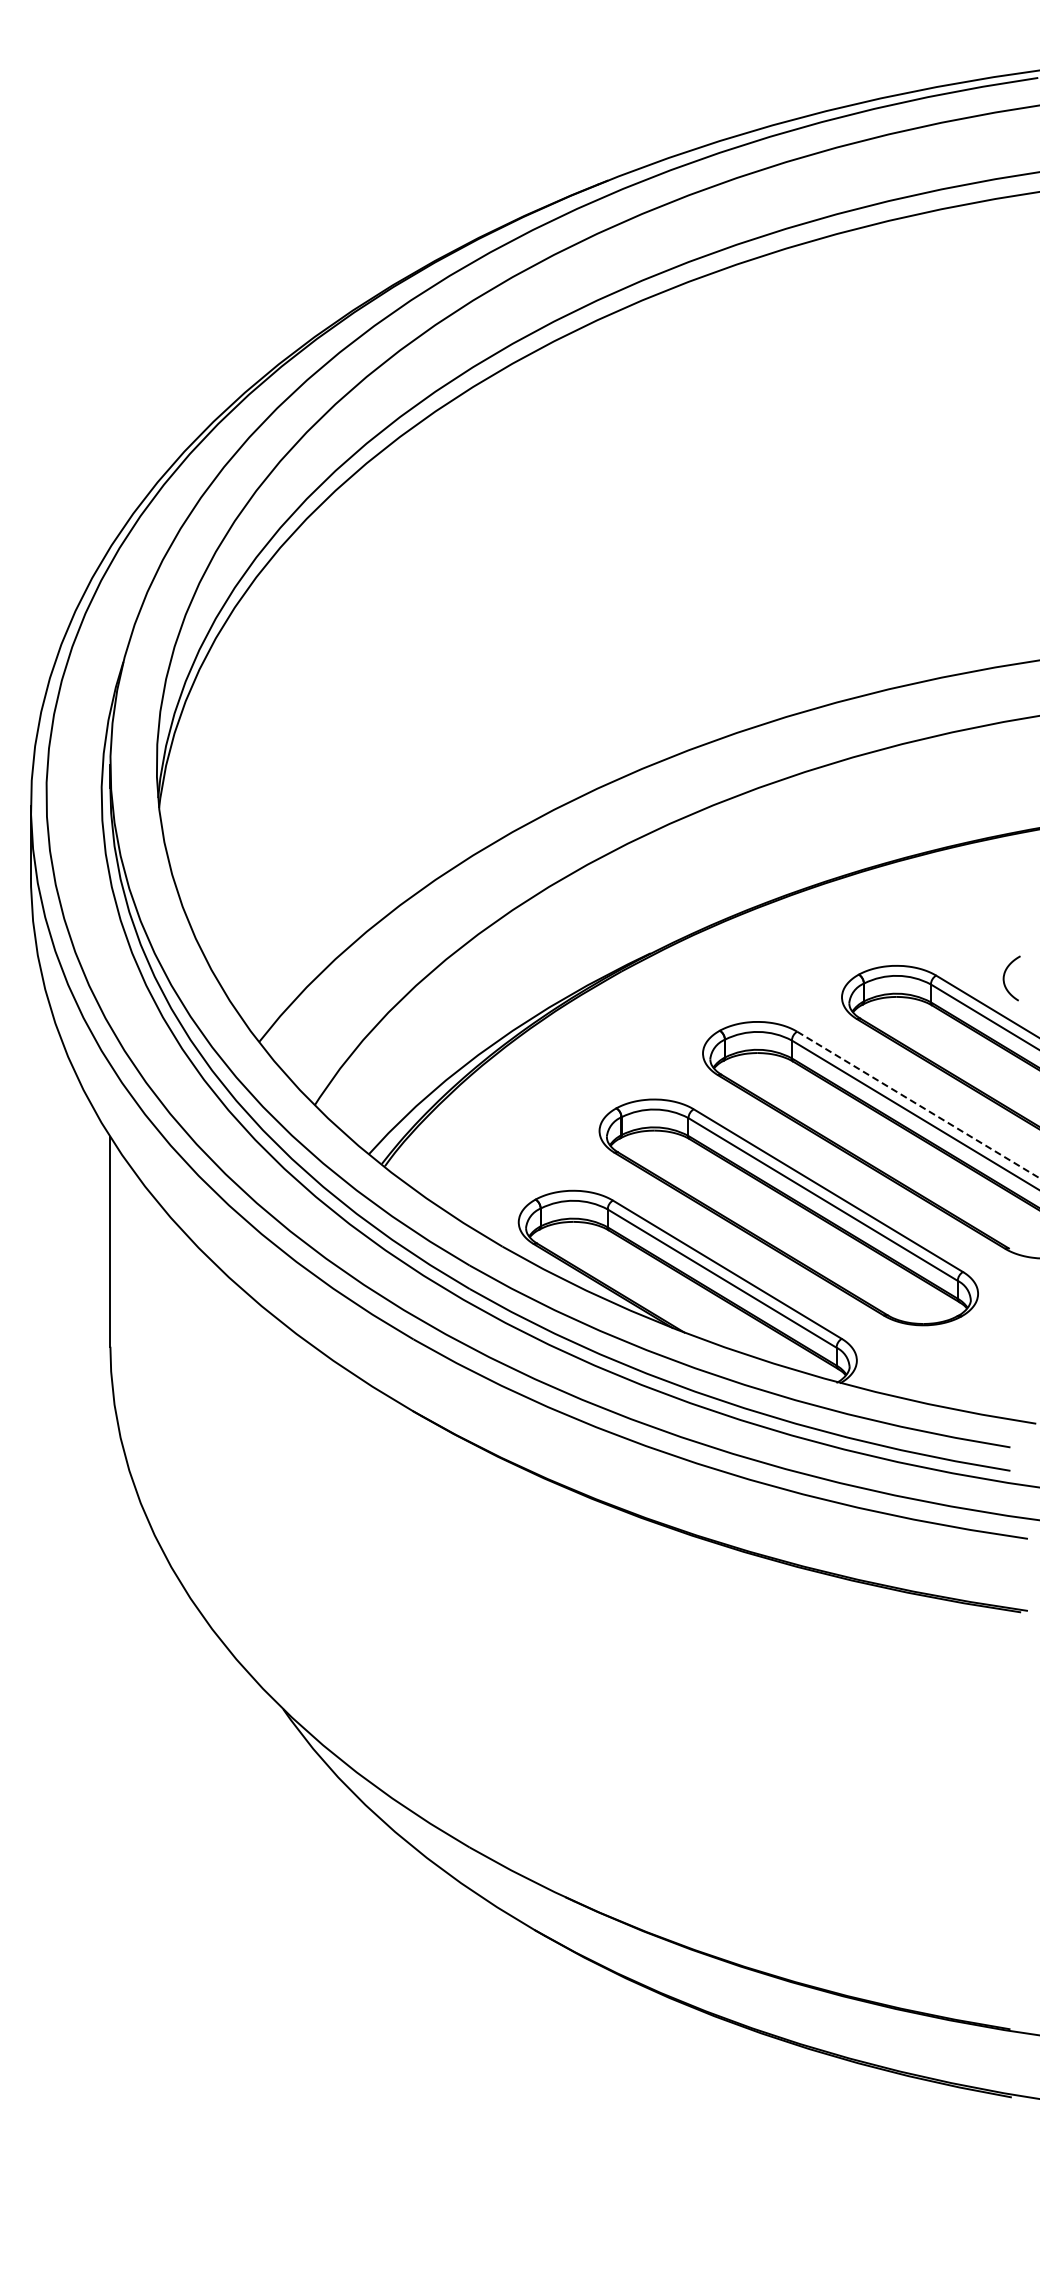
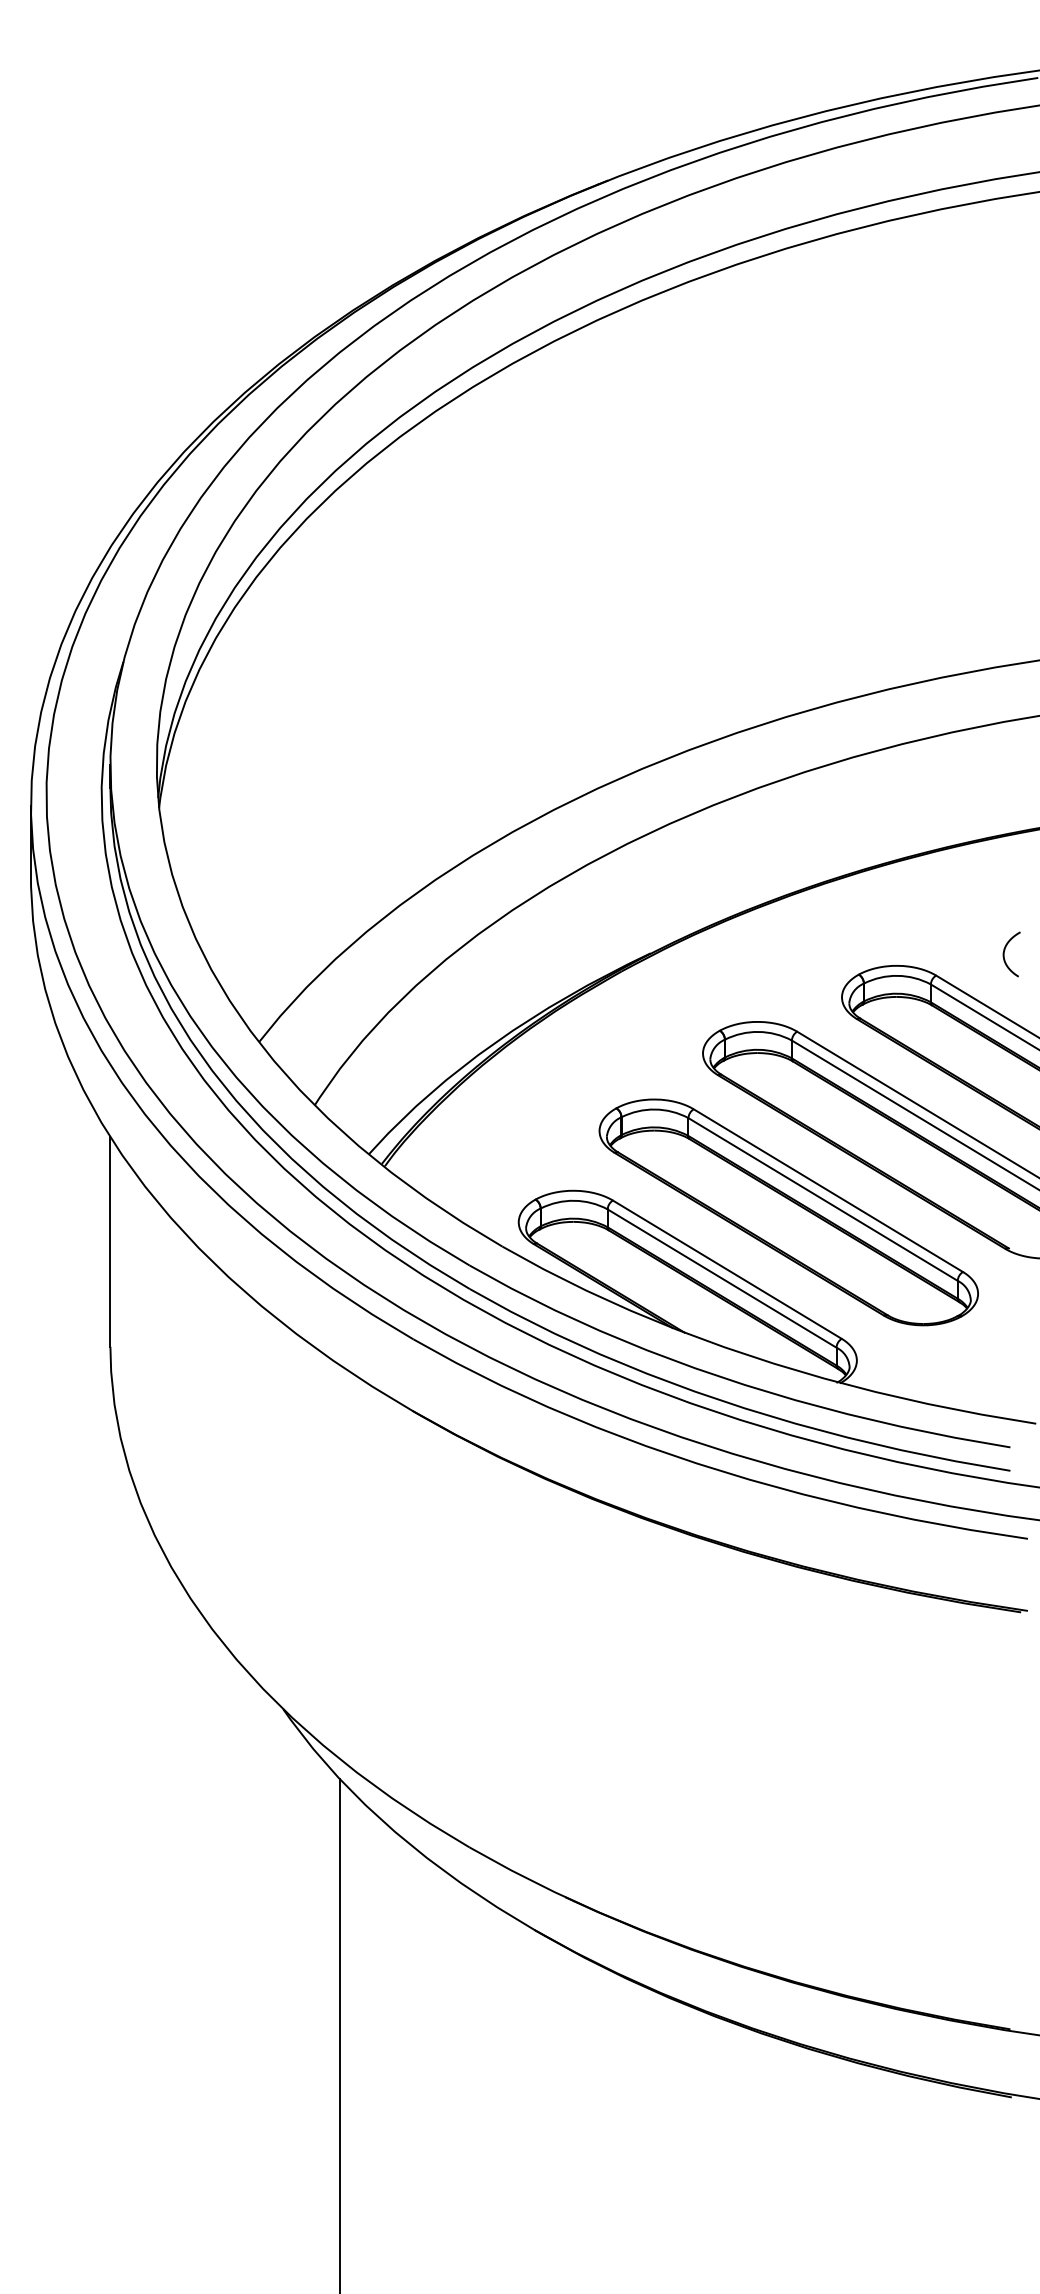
curve at (1004, 978) position: (1004, 978) -> (1004, 954)
line at (918, 1105): dashed -> solid
line at (339, 2034): none -> present
